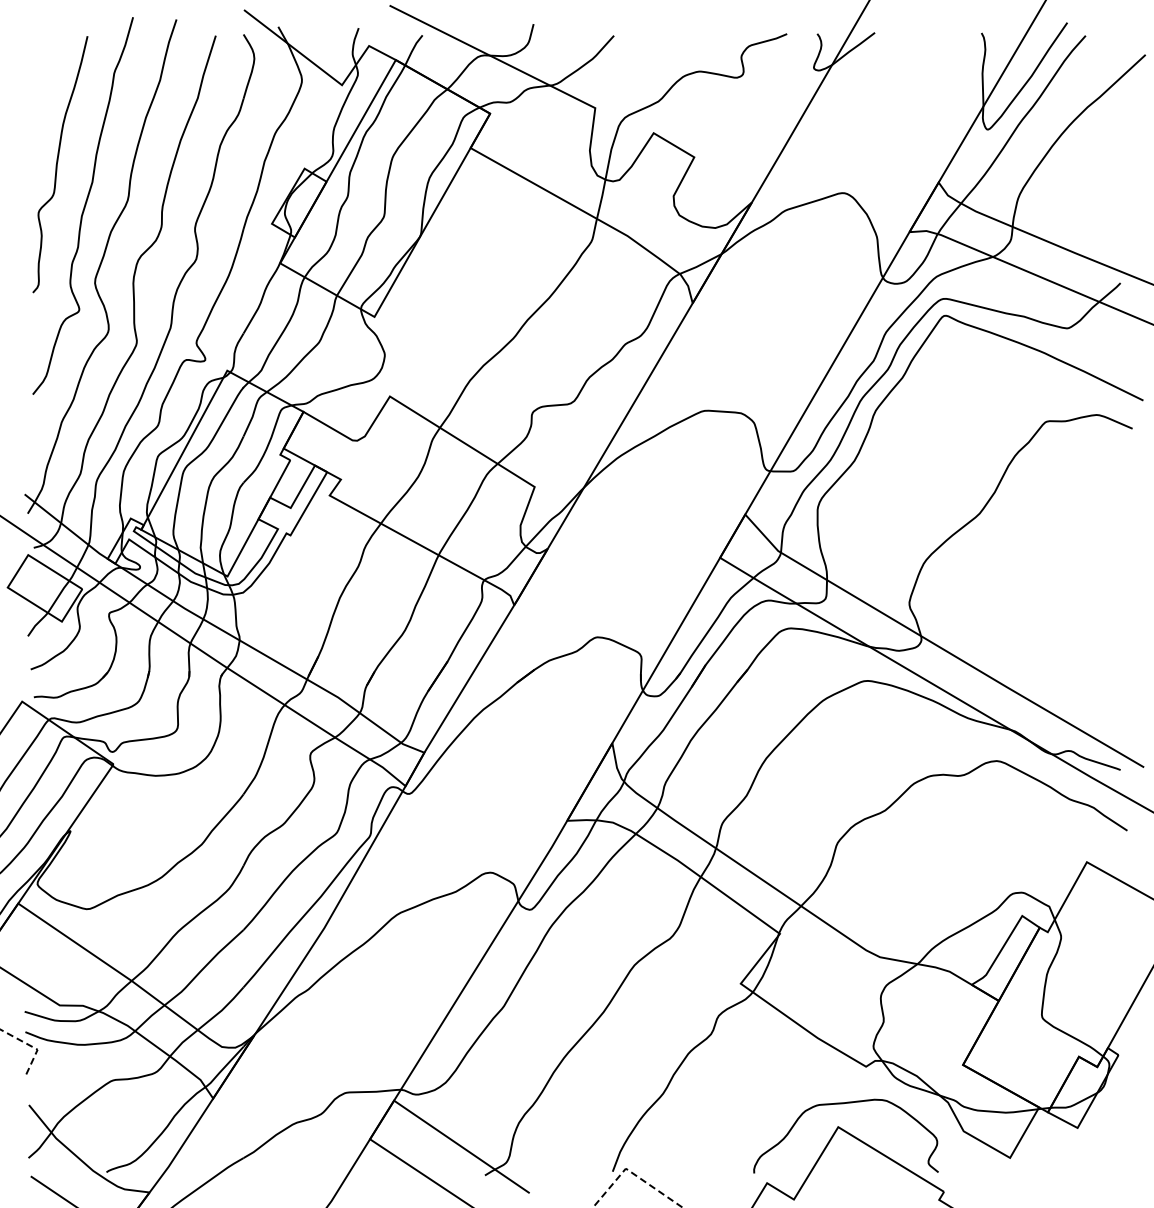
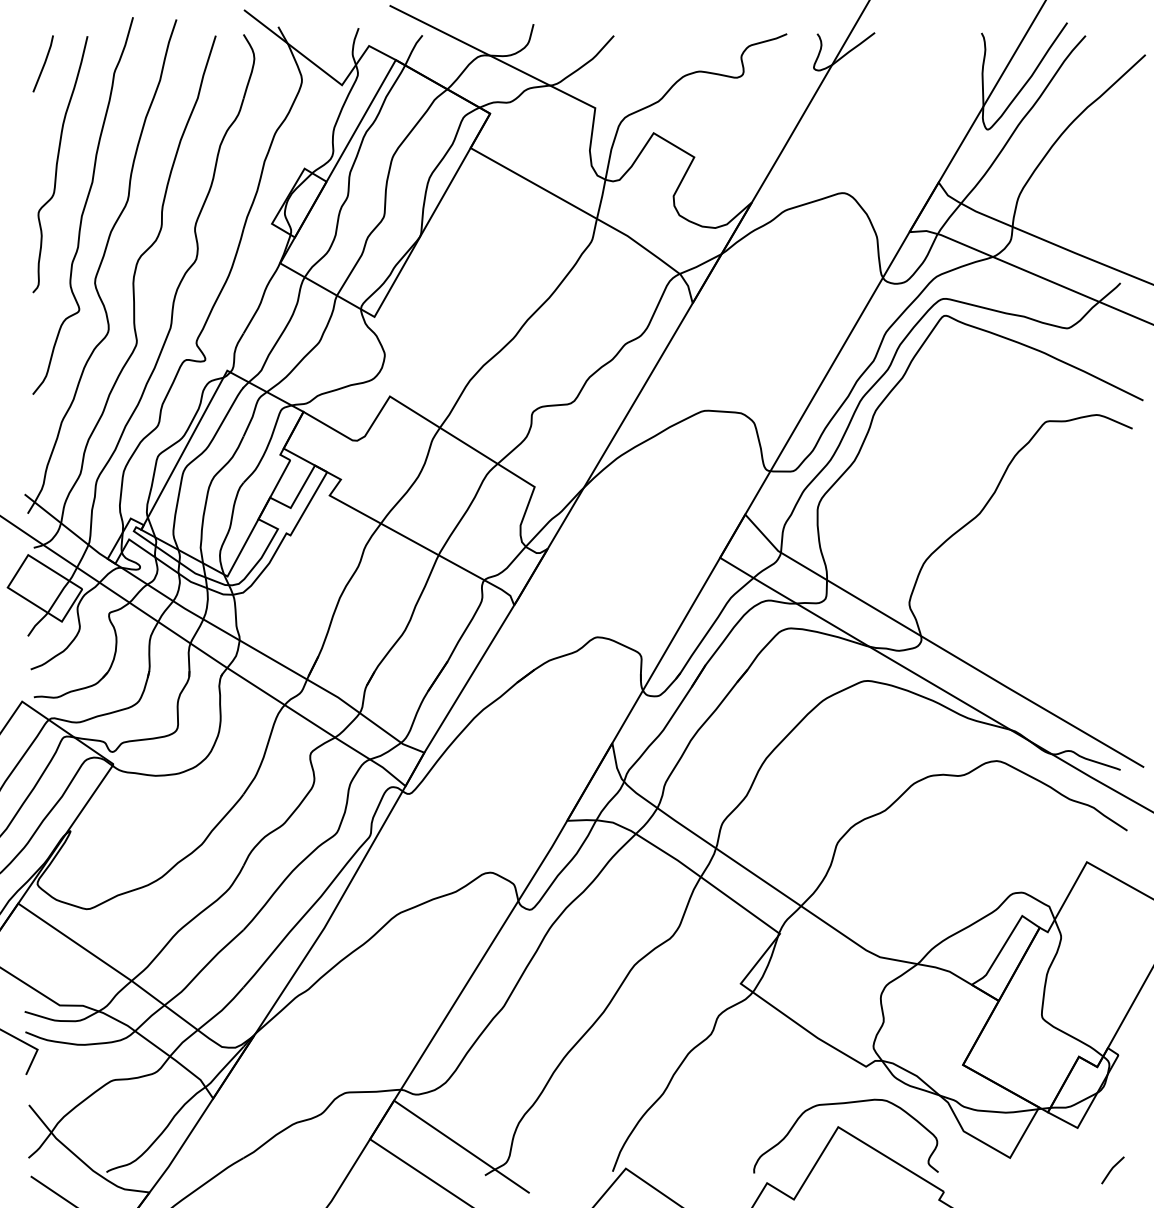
line at (43, 63): none -> present
line at (31, 1046): dashed -> solid
line at (1112, 1169): none -> present
line at (633, 1173): dashed -> solid
